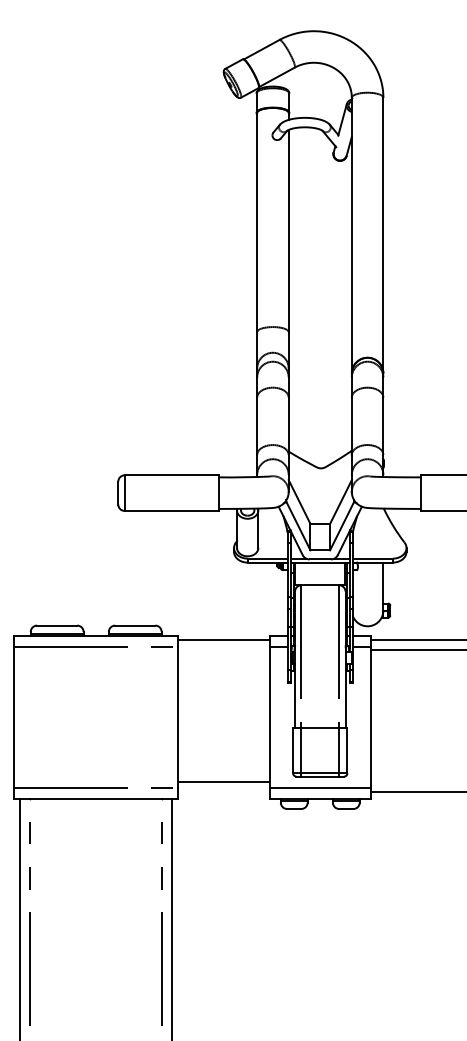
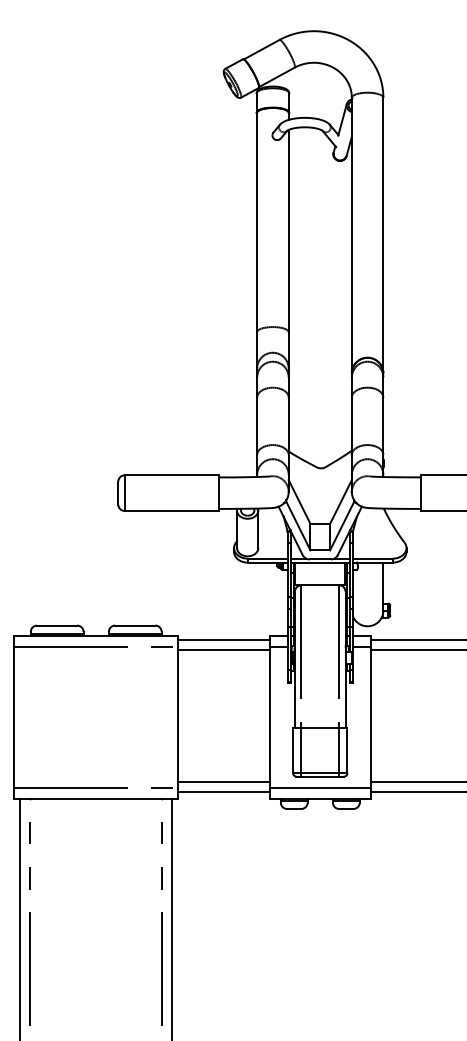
line at (223, 649): none -> present
line at (416, 782): none -> present
line at (223, 791): none -> present
